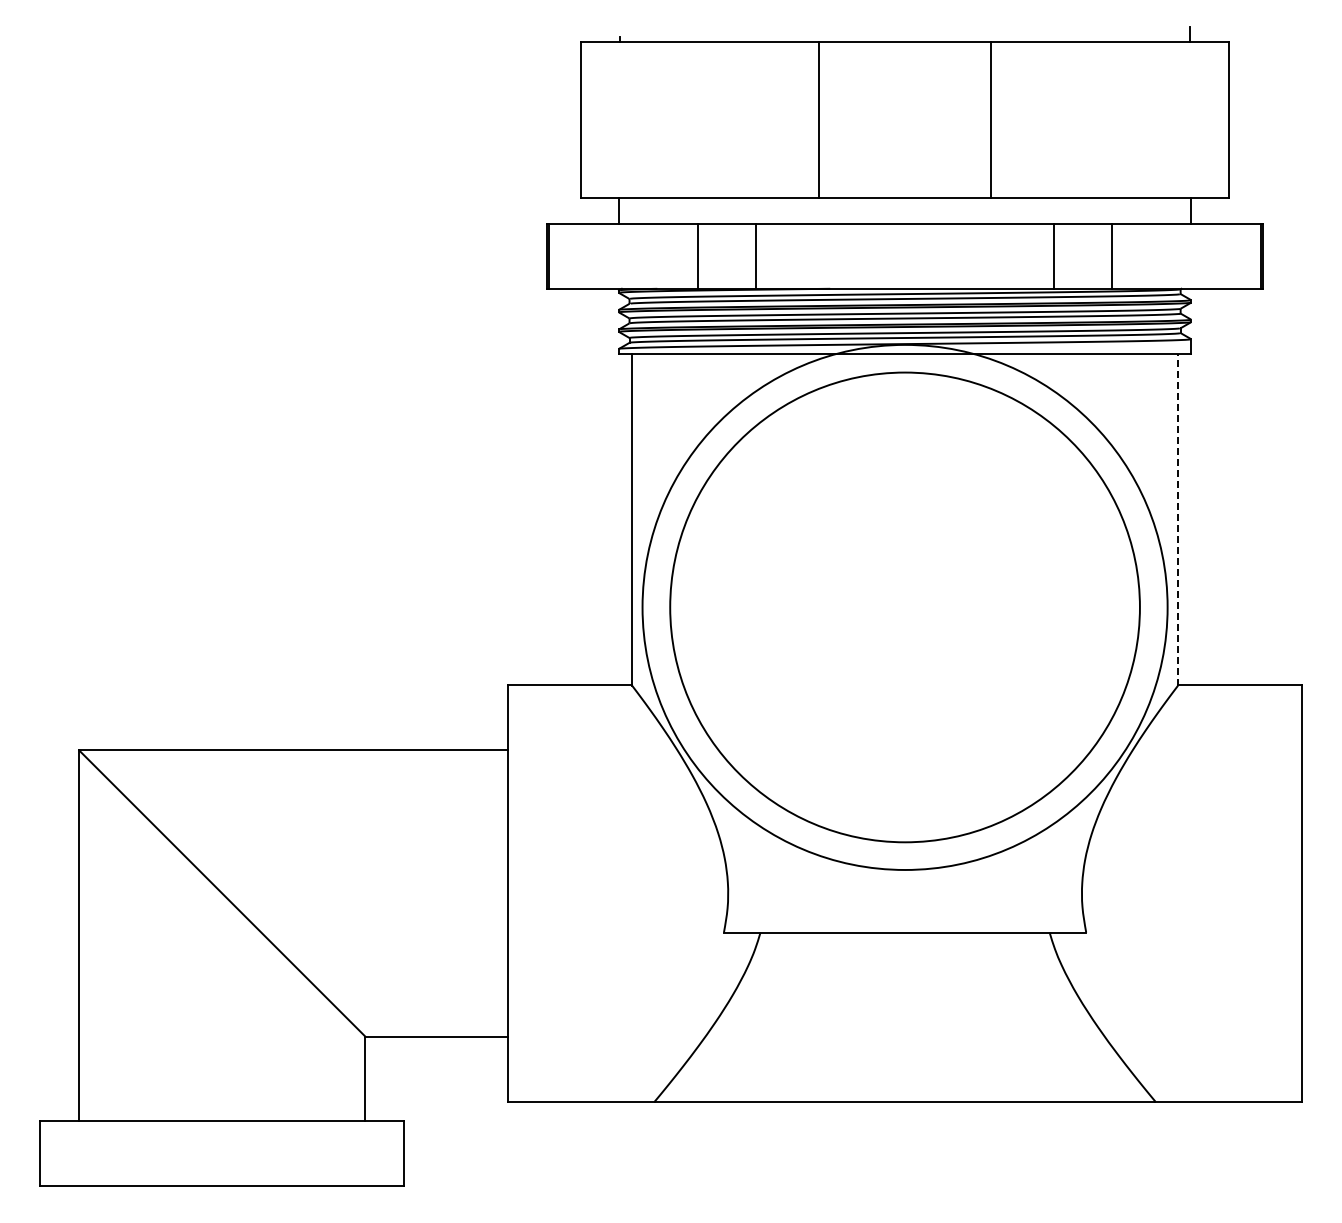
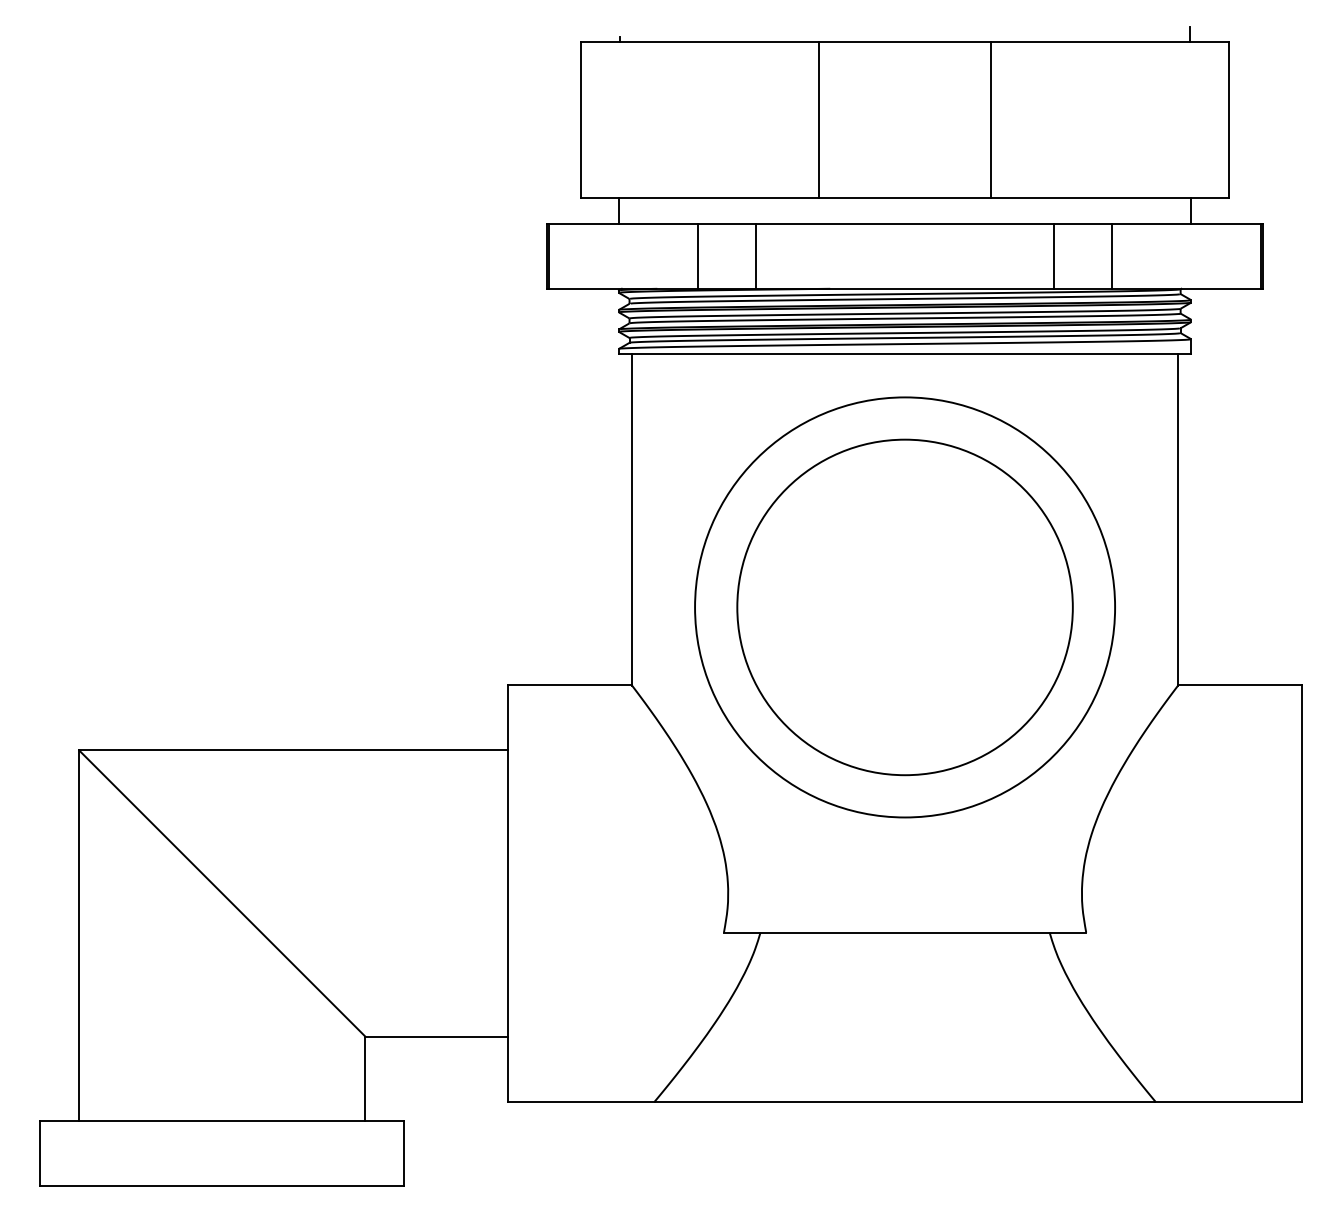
line at (1178, 519): dashed -> solid
circle at (904, 606) diameter: 525 px -> 420 px
circle at (904, 607) diameter: 470 px -> 336 px
